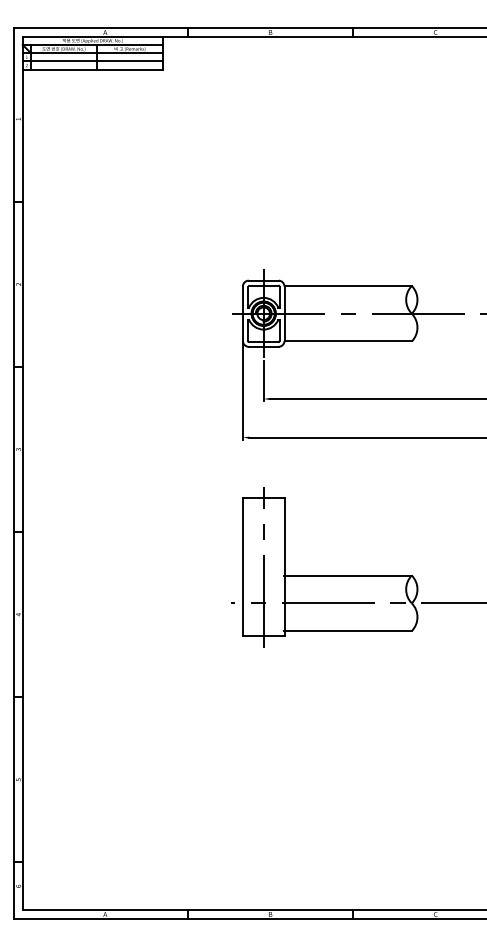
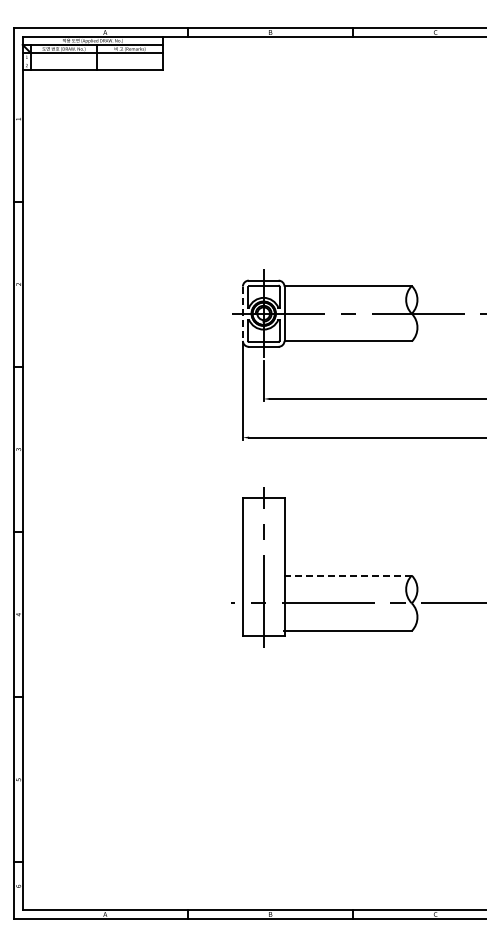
line at (92, 61): present -> none
line at (242, 314): solid -> dashed
line at (348, 575): solid -> dashed
